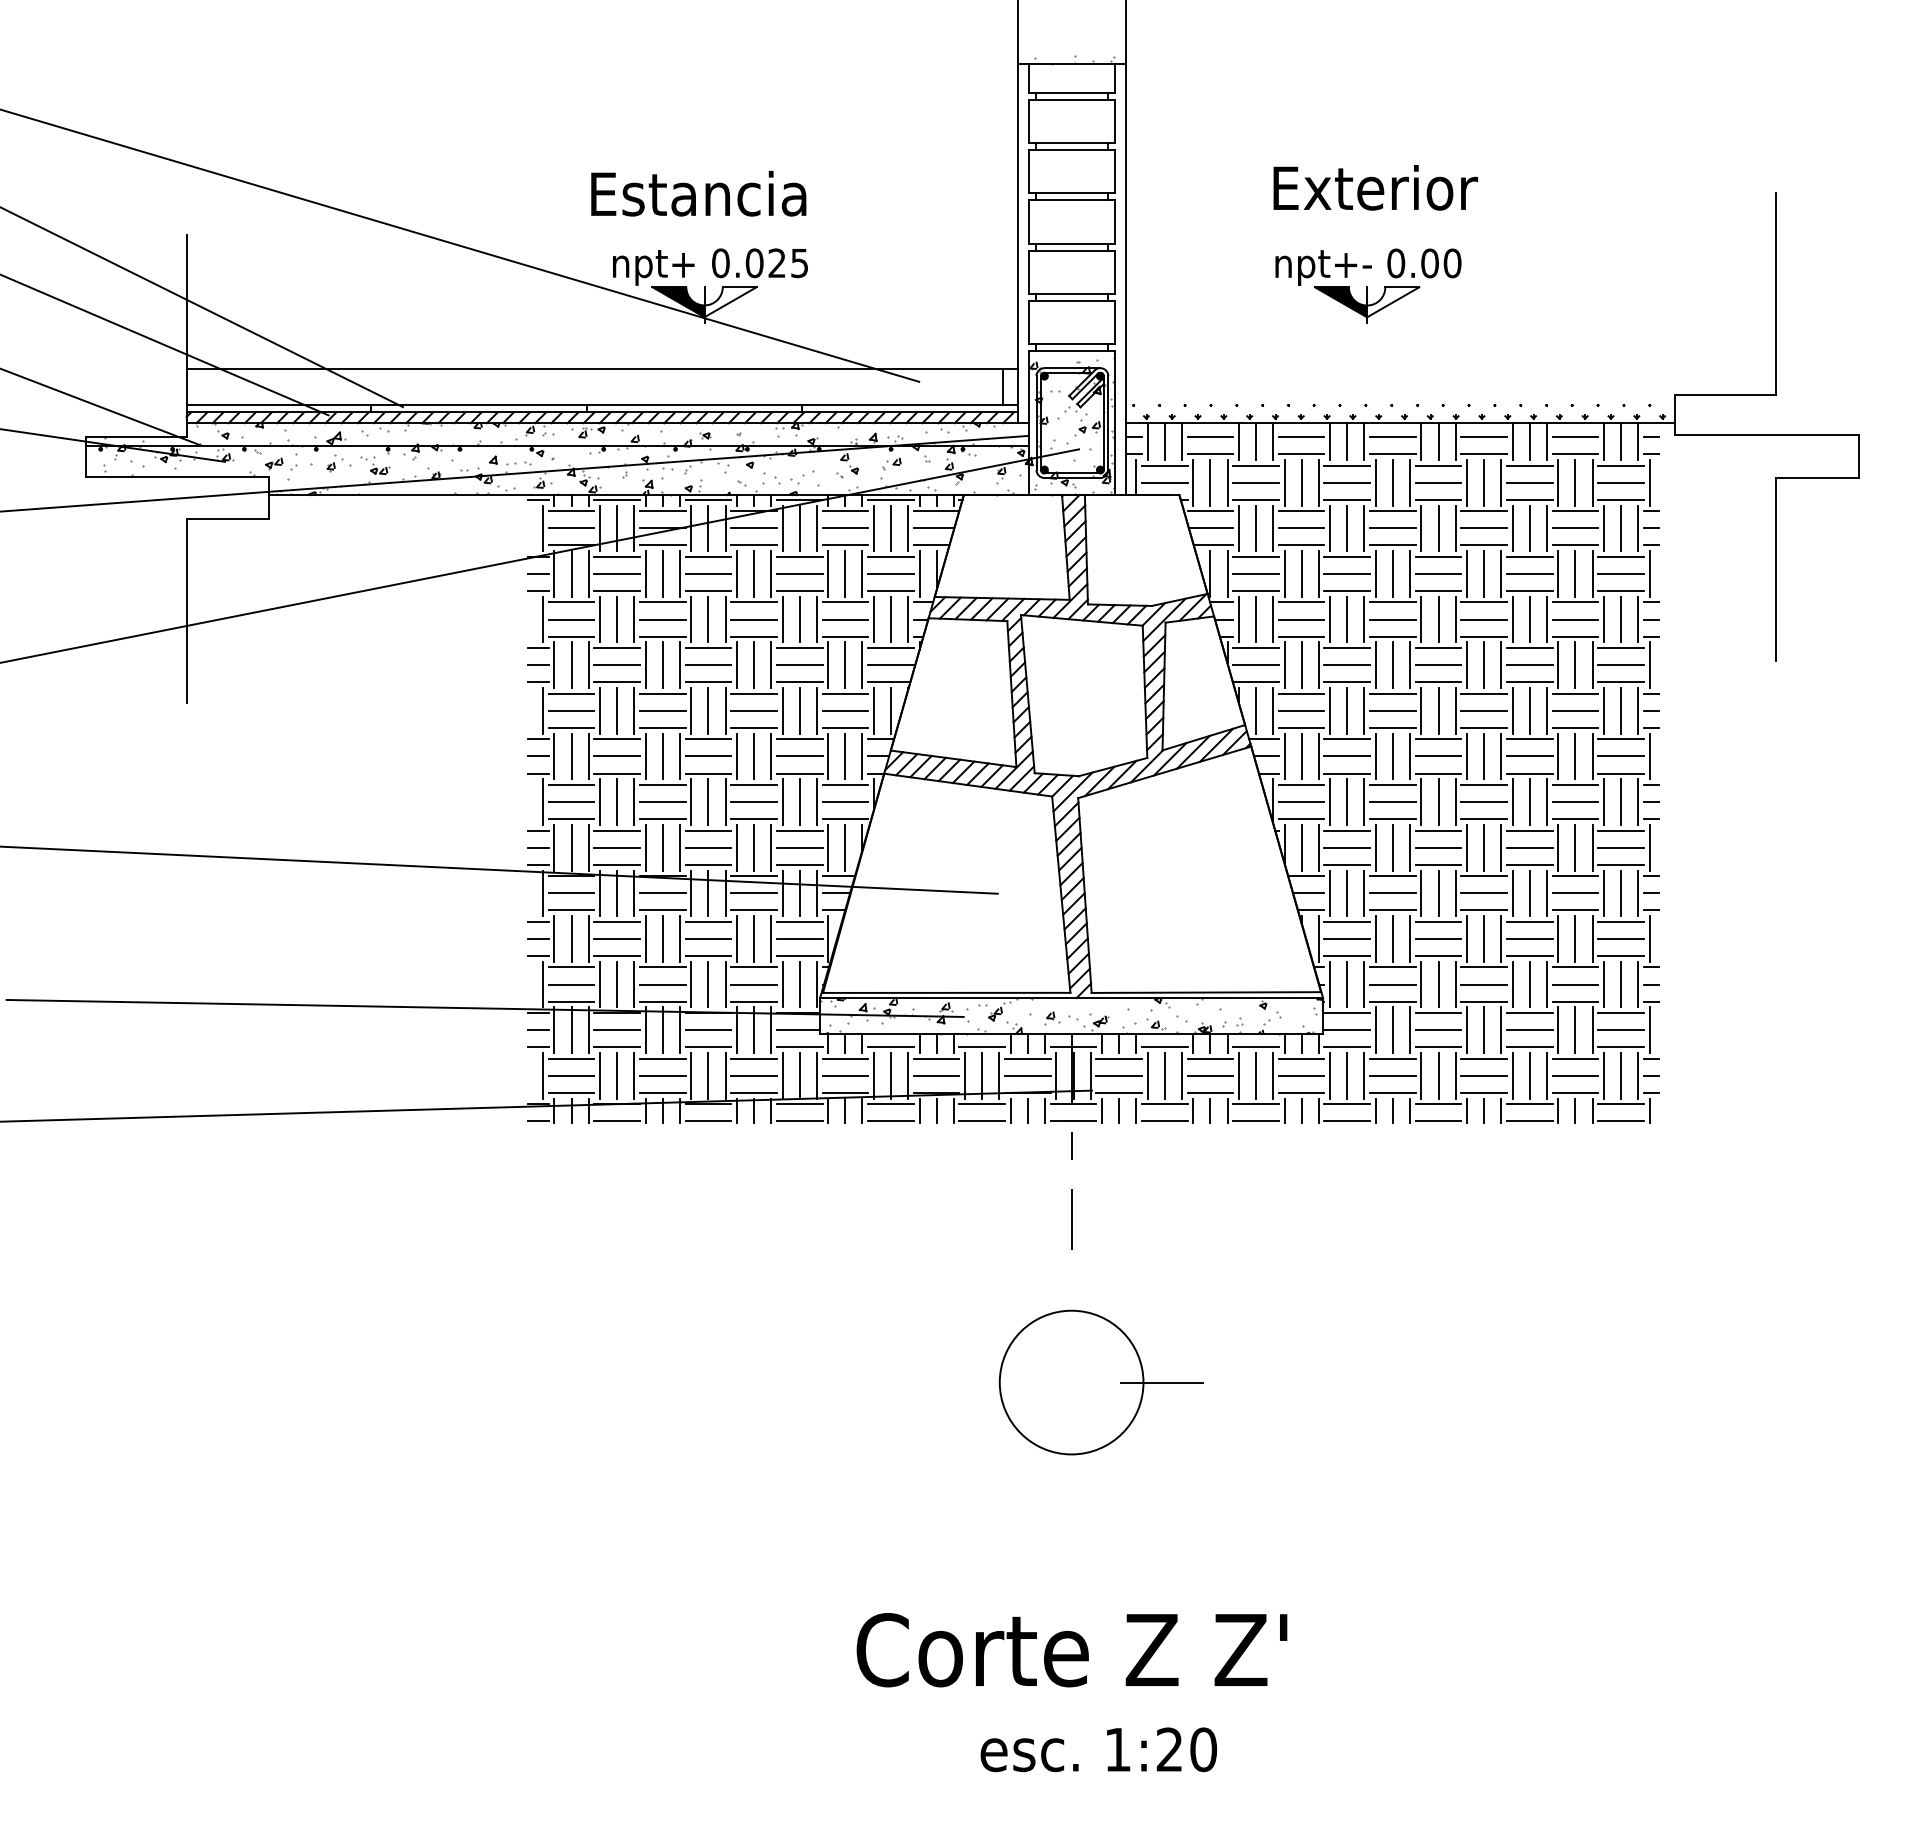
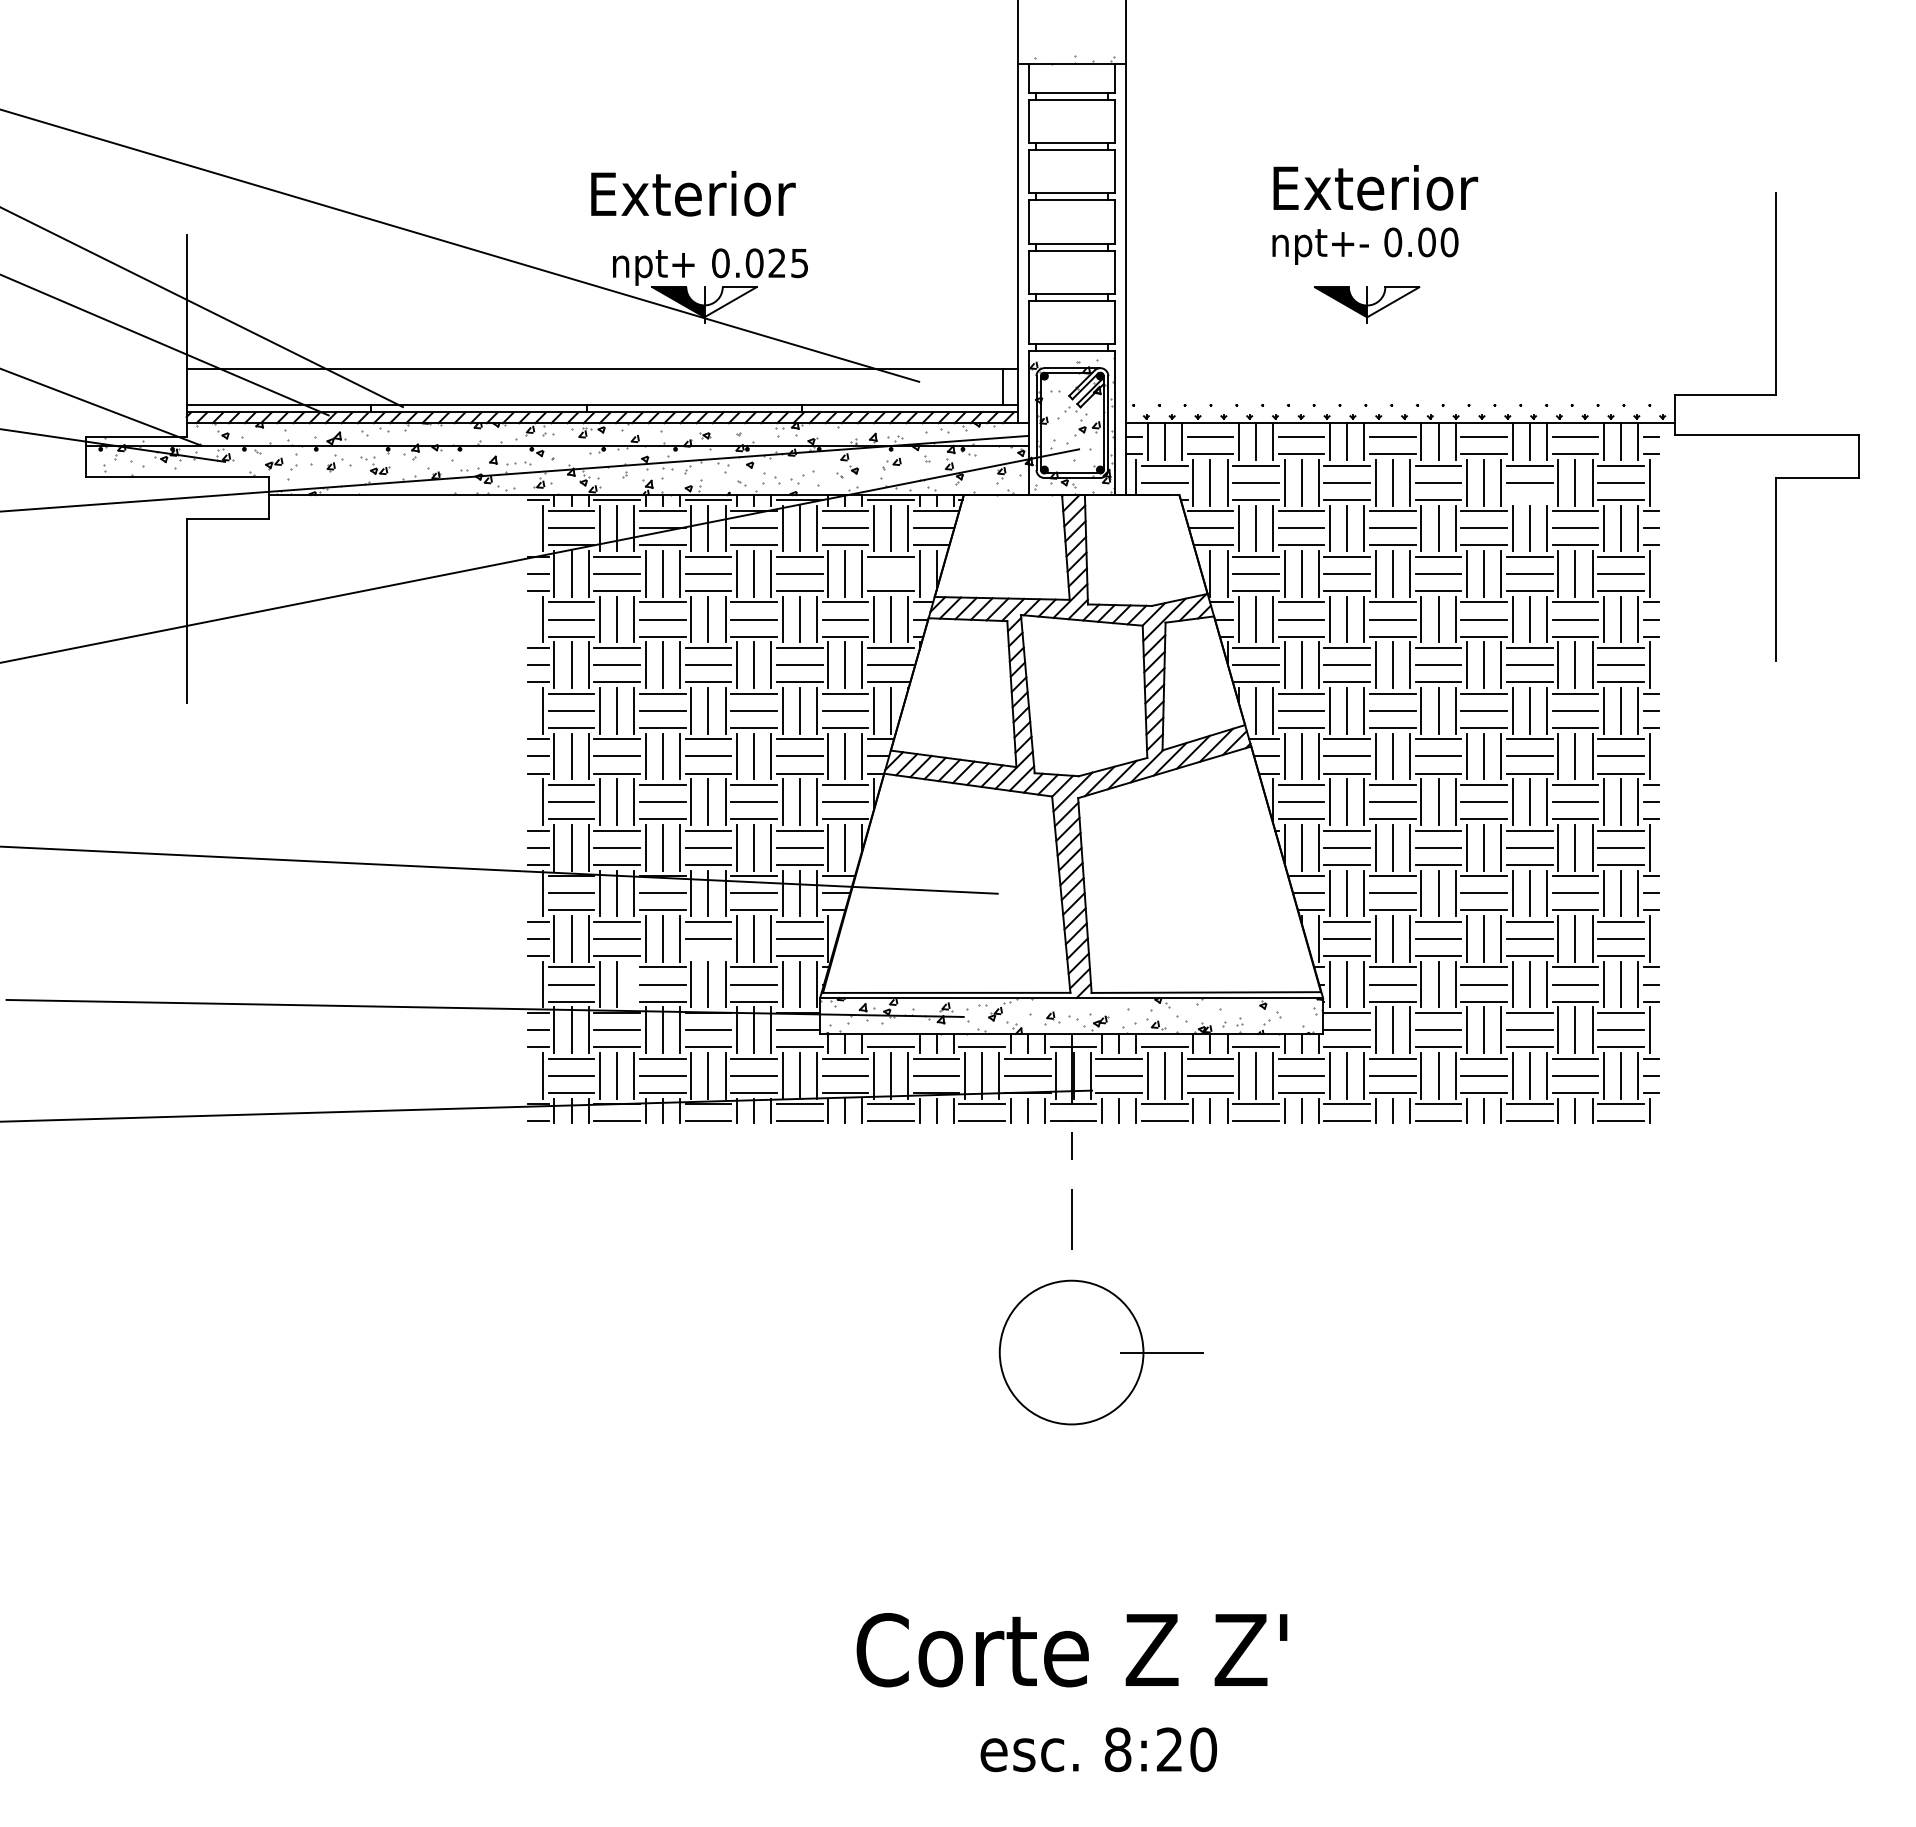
text at (713, 193): Estancia -> Exterior
text at (1368, 266) position: (1368, 266) -> (1365, 245)
line at (1529, 499): present -> none
line at (890, 573): present -> none
line at (708, 956): present -> none
line at (634, 984): present -> none
part at (1100, 1382) position: (1100, 1382) -> (1100, 1352)
text at (1117, 1749): 1:20 -> 8:20
